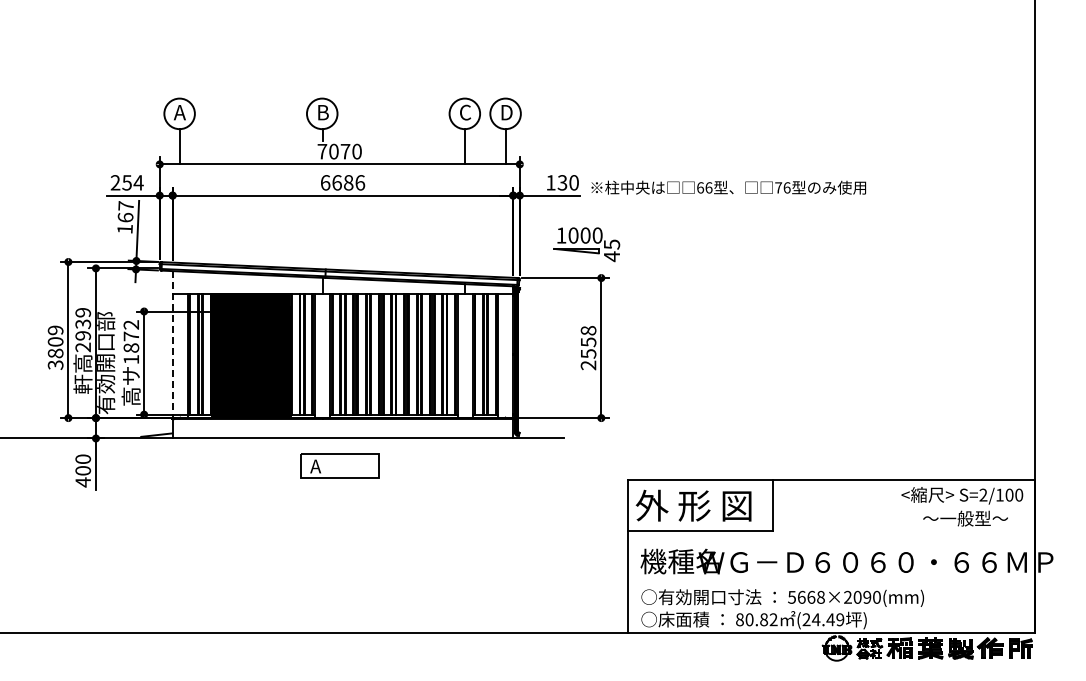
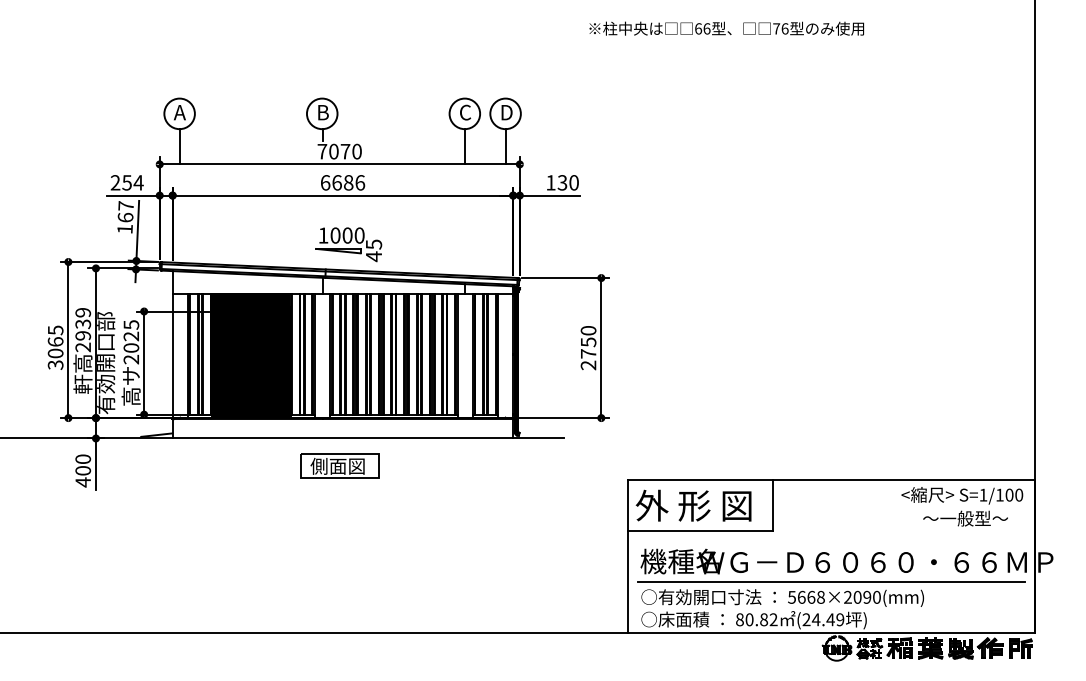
text at (728, 187) position: (728, 187) -> (726, 28)
part at (586, 244) position: (586, 244) -> (348, 244)
text at (55, 341): 3809 -> 3065
text at (131, 342): 1872 -> 2025
text at (588, 342): 2558 -> 2750
line at (172, 345): dashed -> solid
text at (337, 465): A -> 側面図
text at (983, 494): S=2/100 -> S=1/100
line at (830, 581): none -> present
